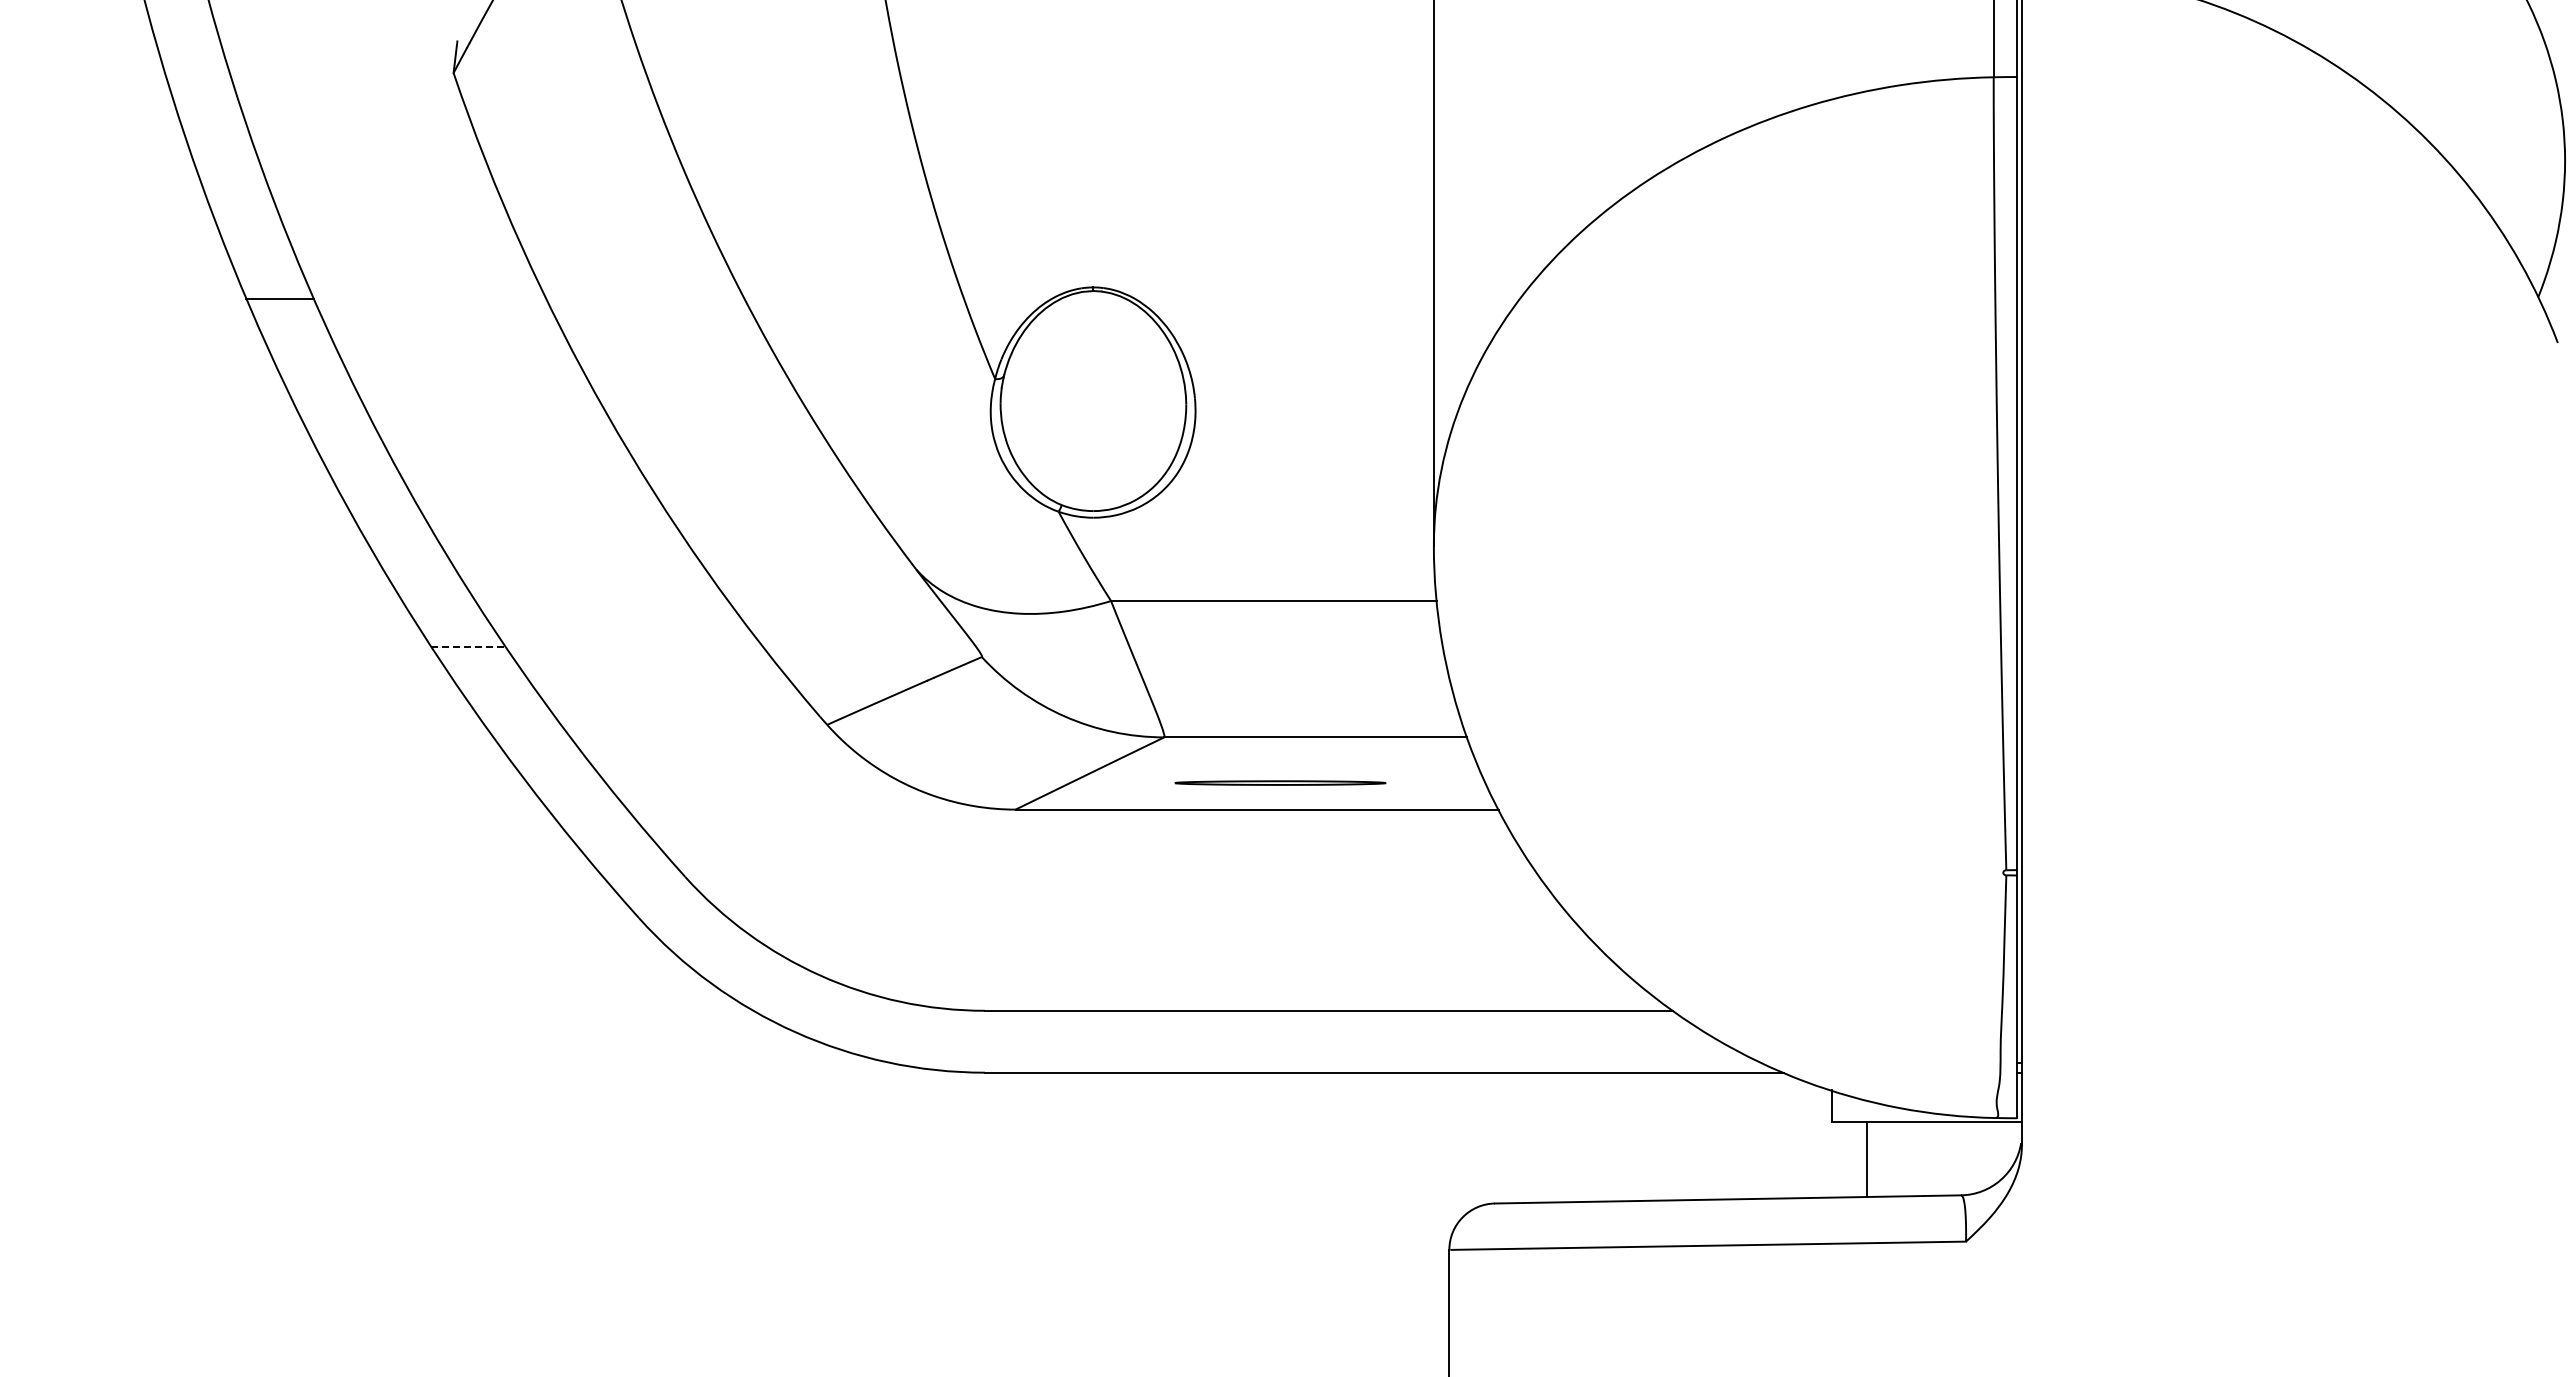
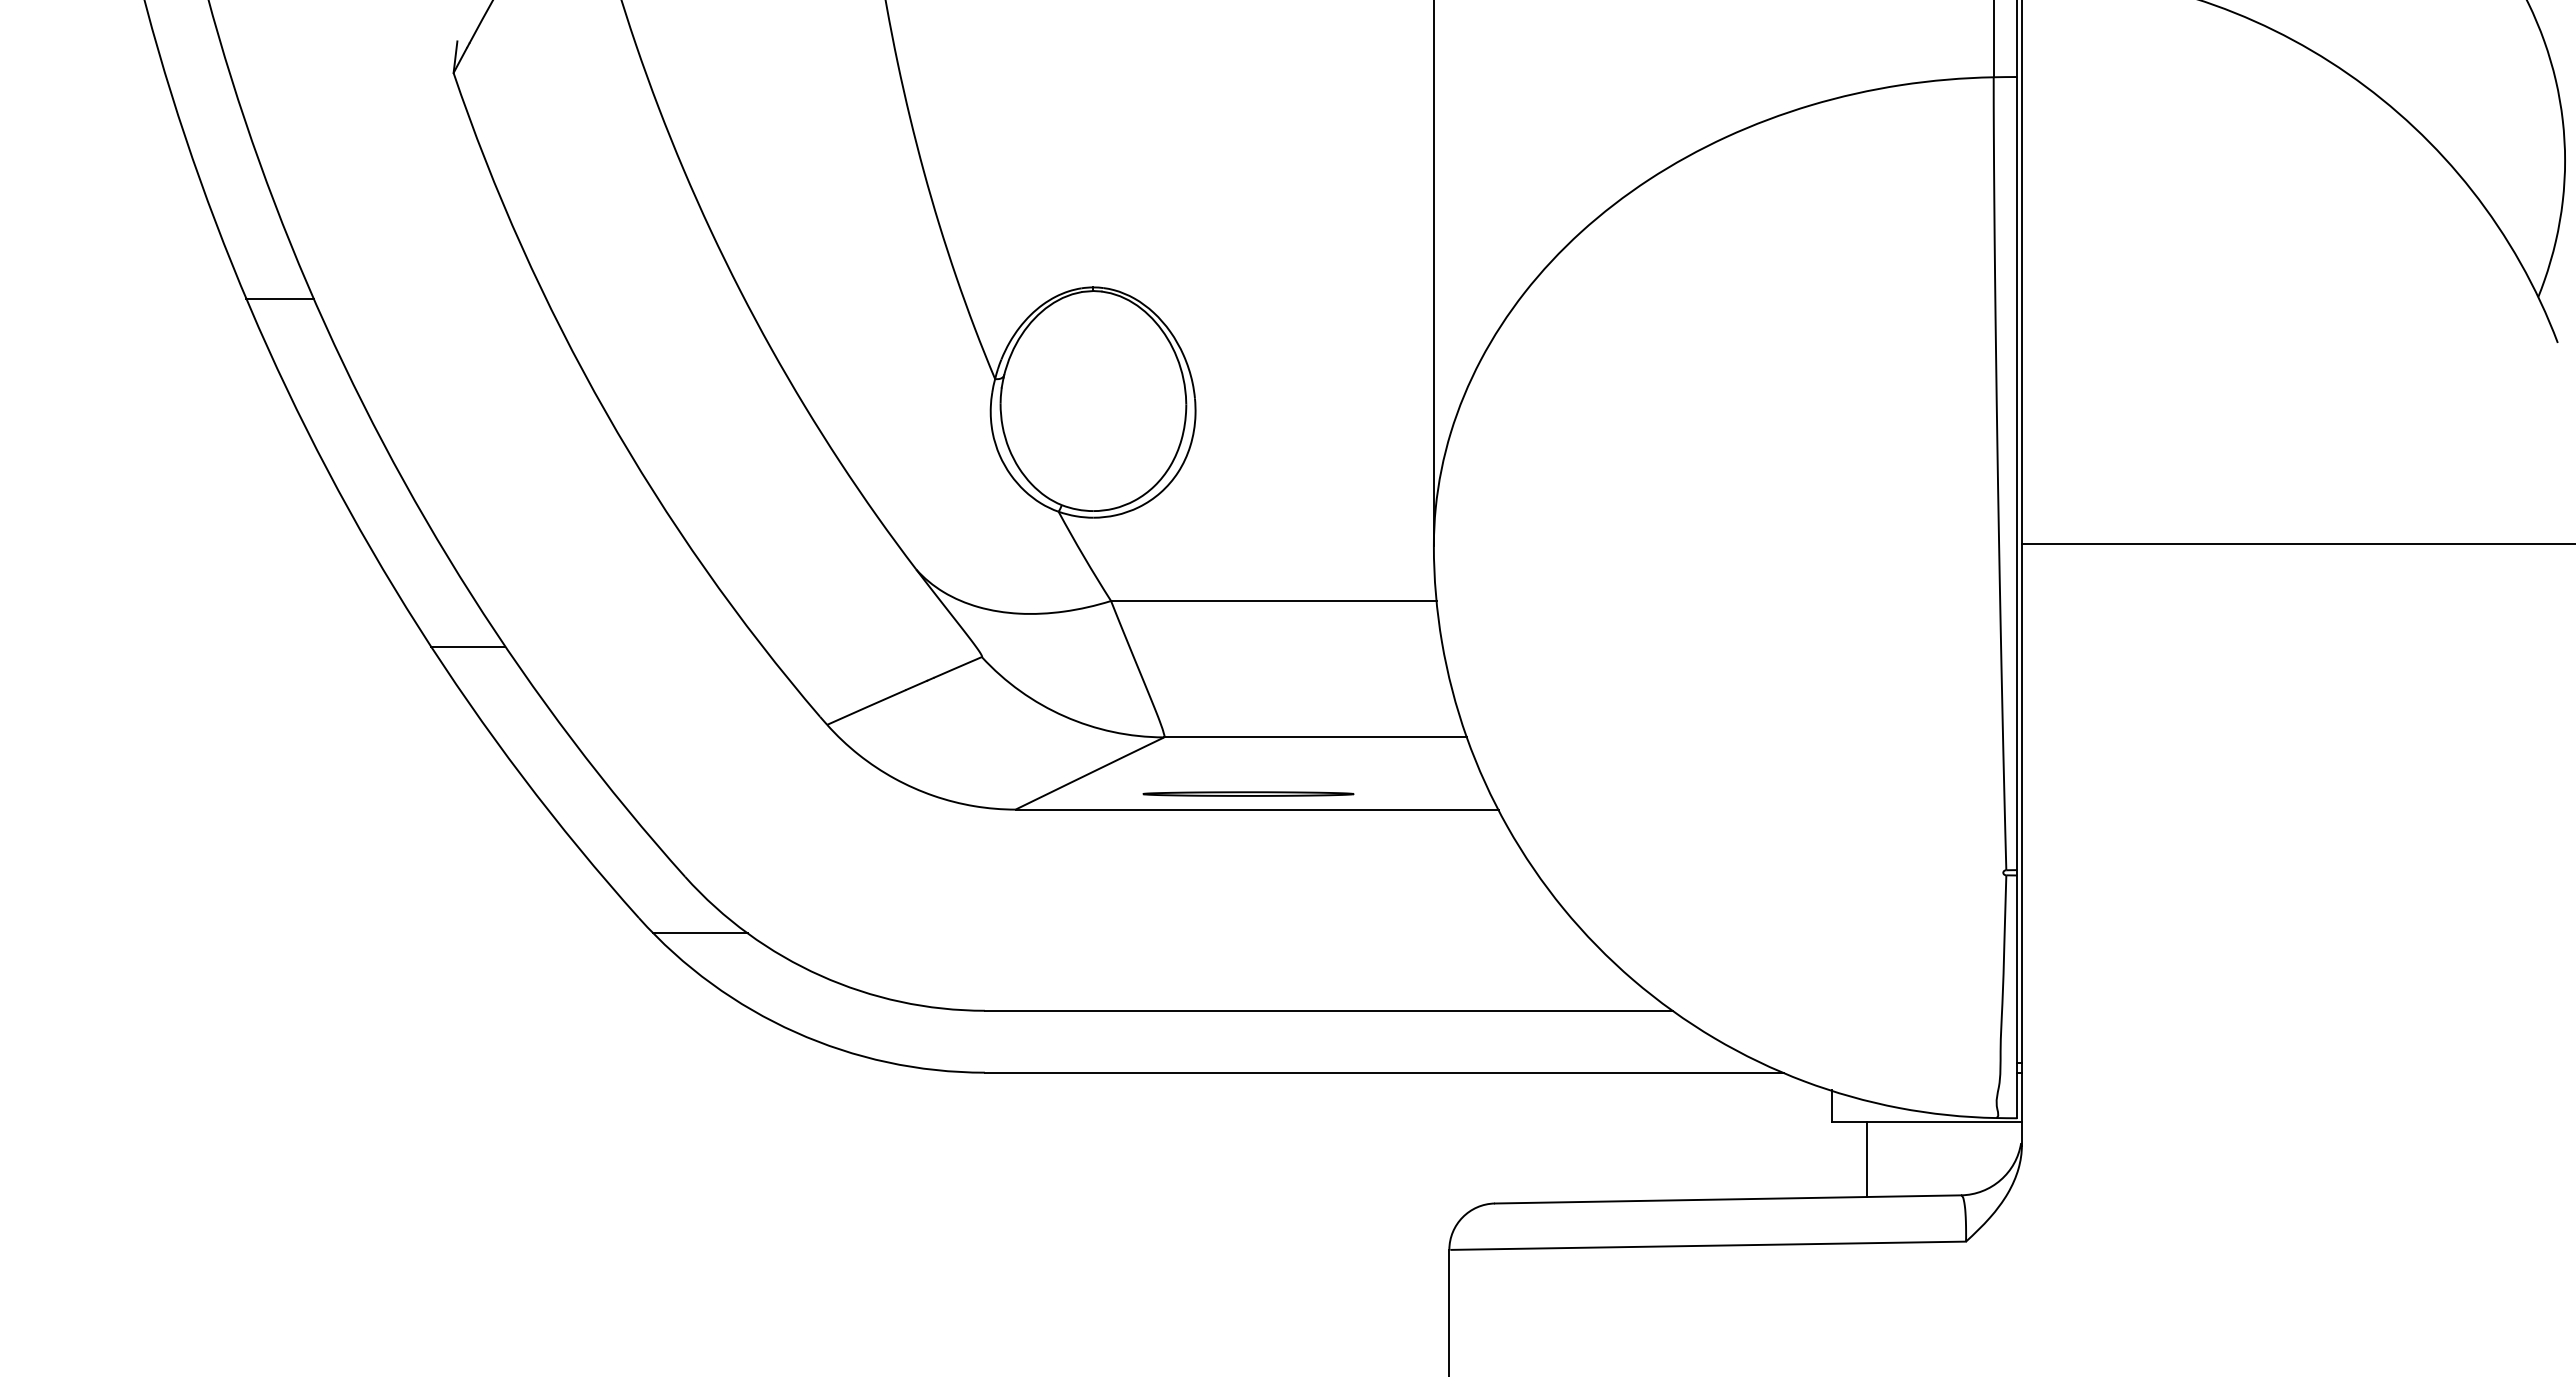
line at (2296, 544): none -> present
line at (468, 646): dashed -> solid
part at (1280, 782) position: (1280, 782) -> (1248, 793)
line at (700, 933): none -> present
